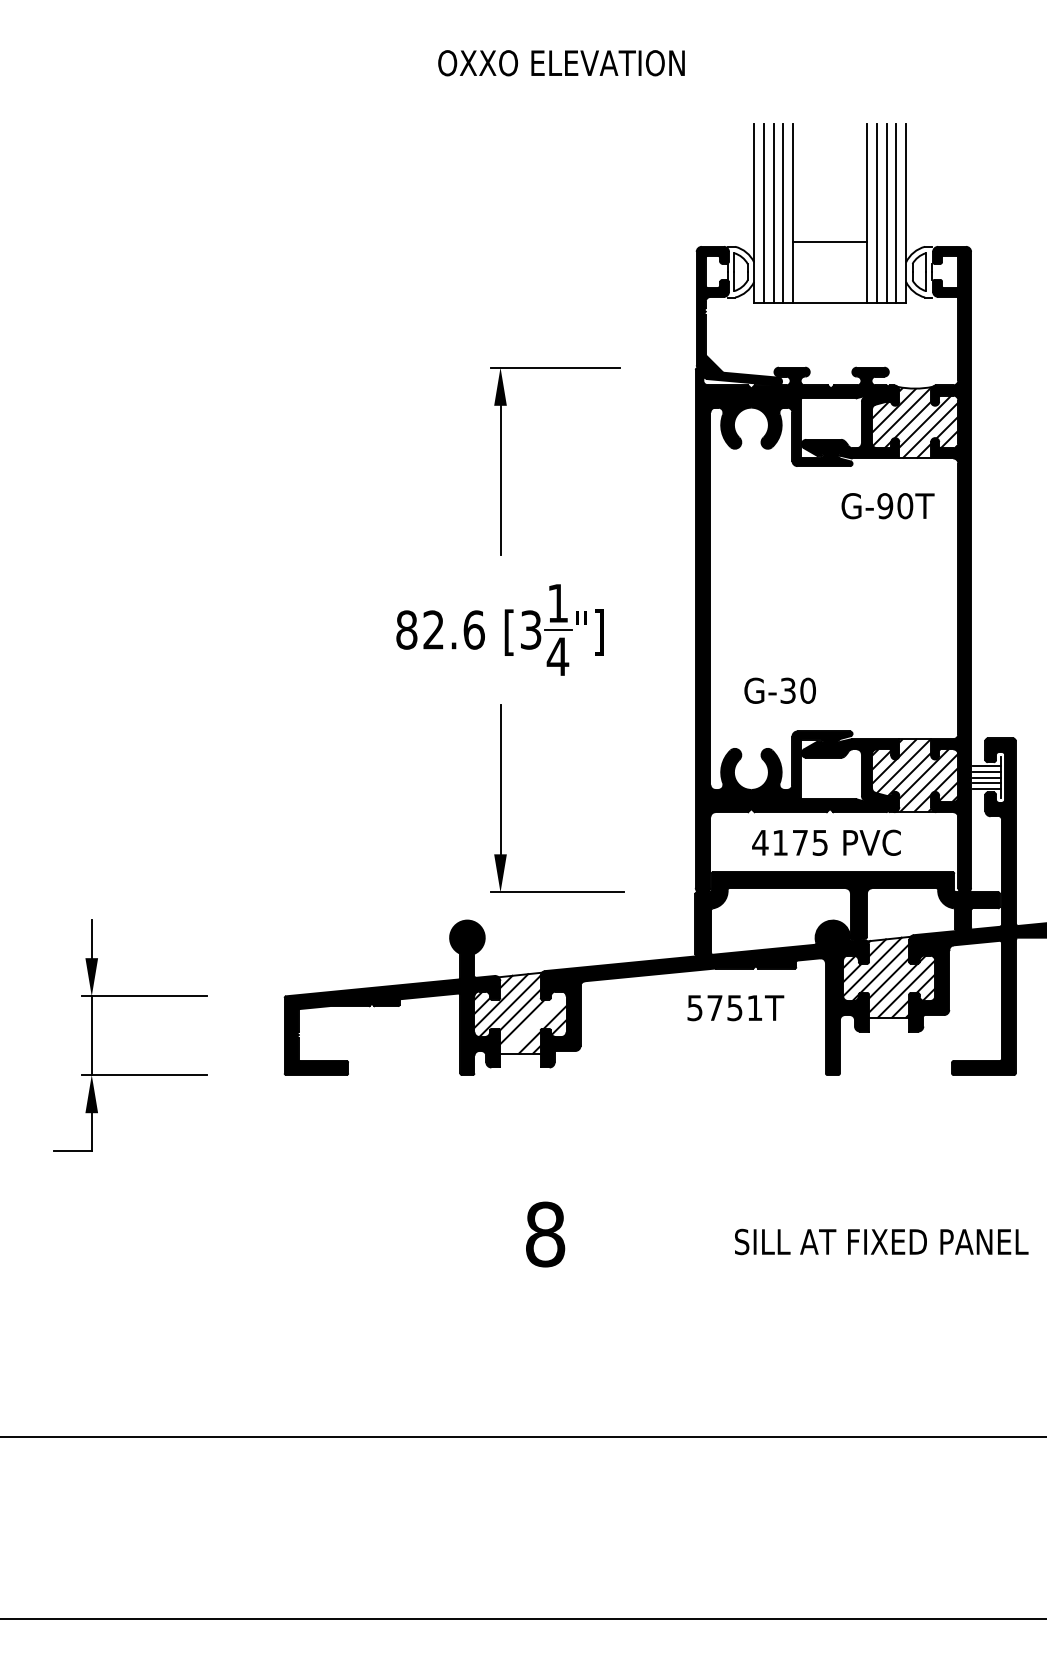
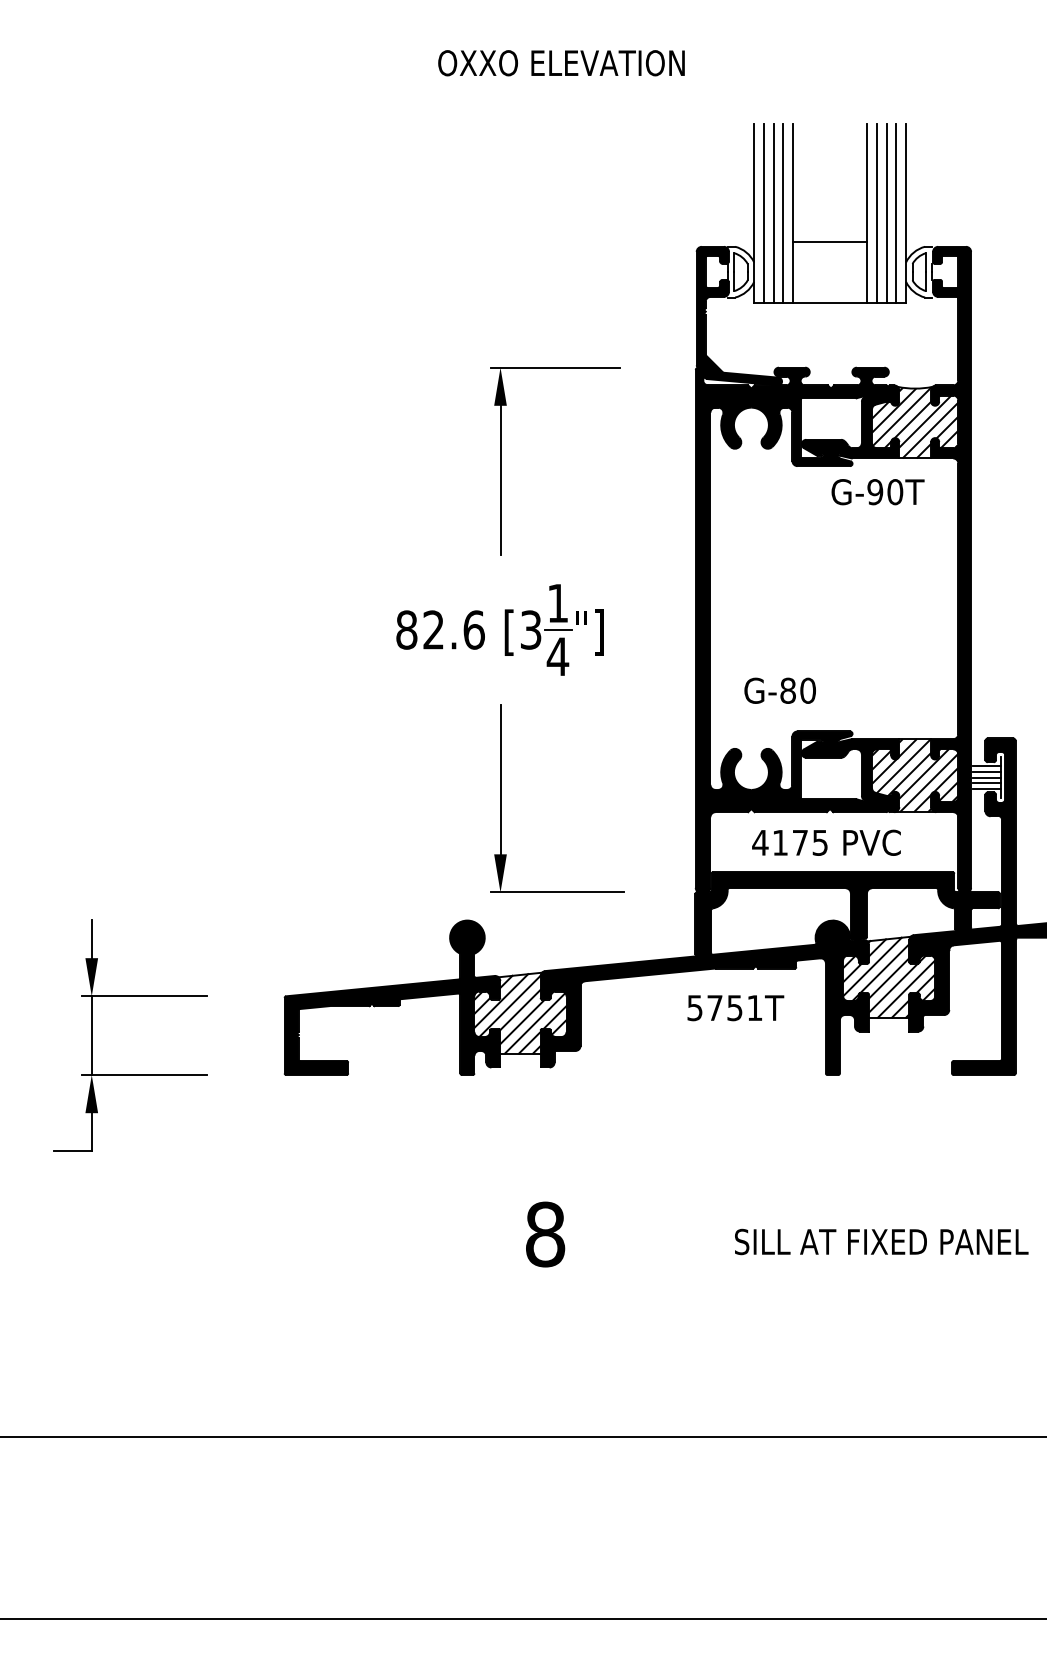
text at (887, 506) position: (887, 506) -> (877, 492)
text at (787, 690): G-30 -> G-80
line at (535, 1023): none -> present
